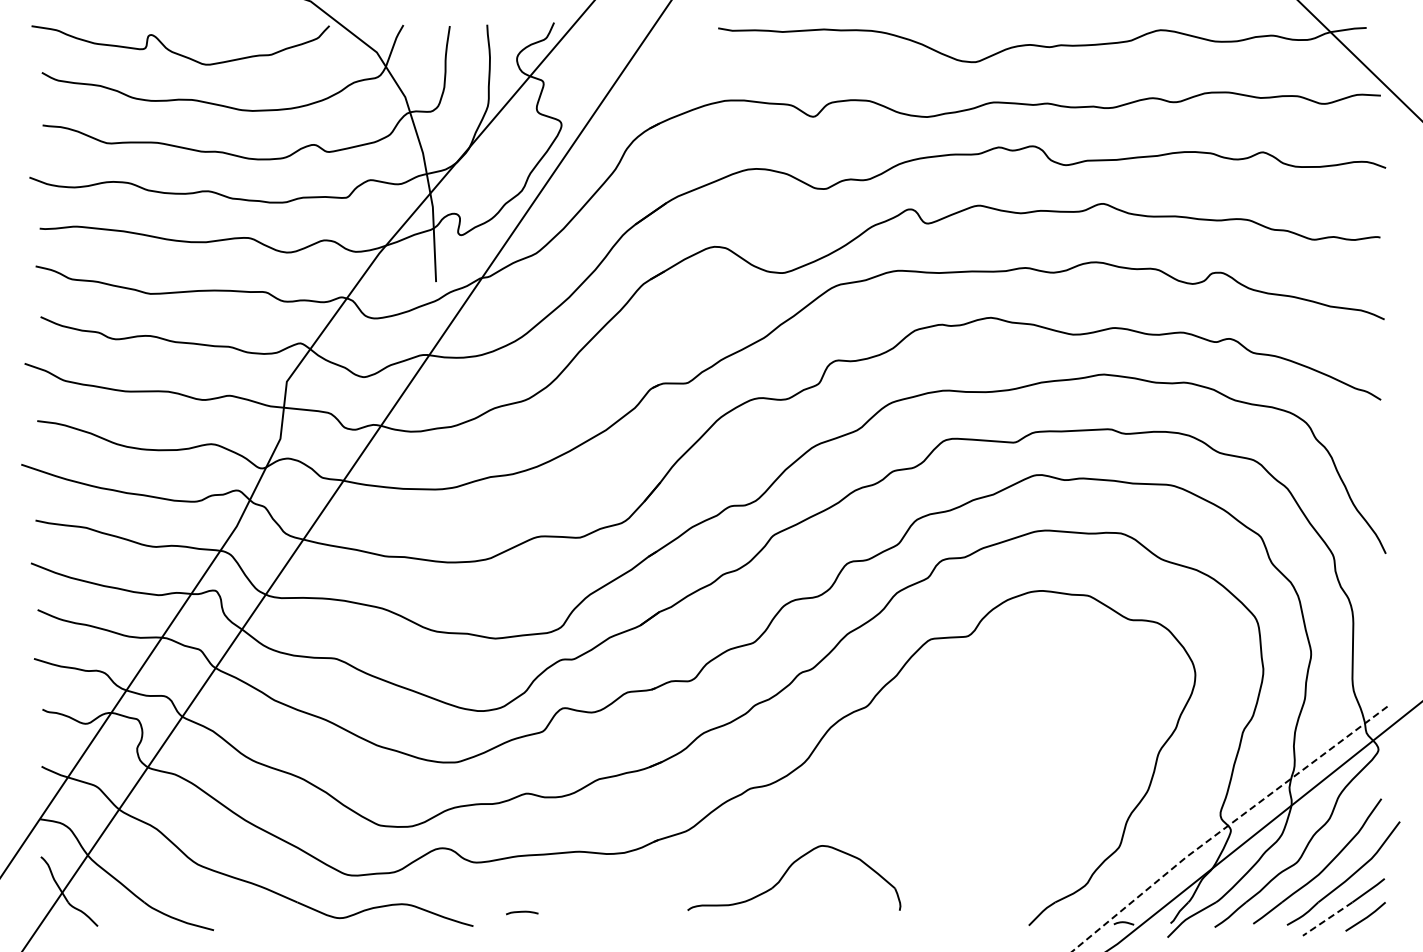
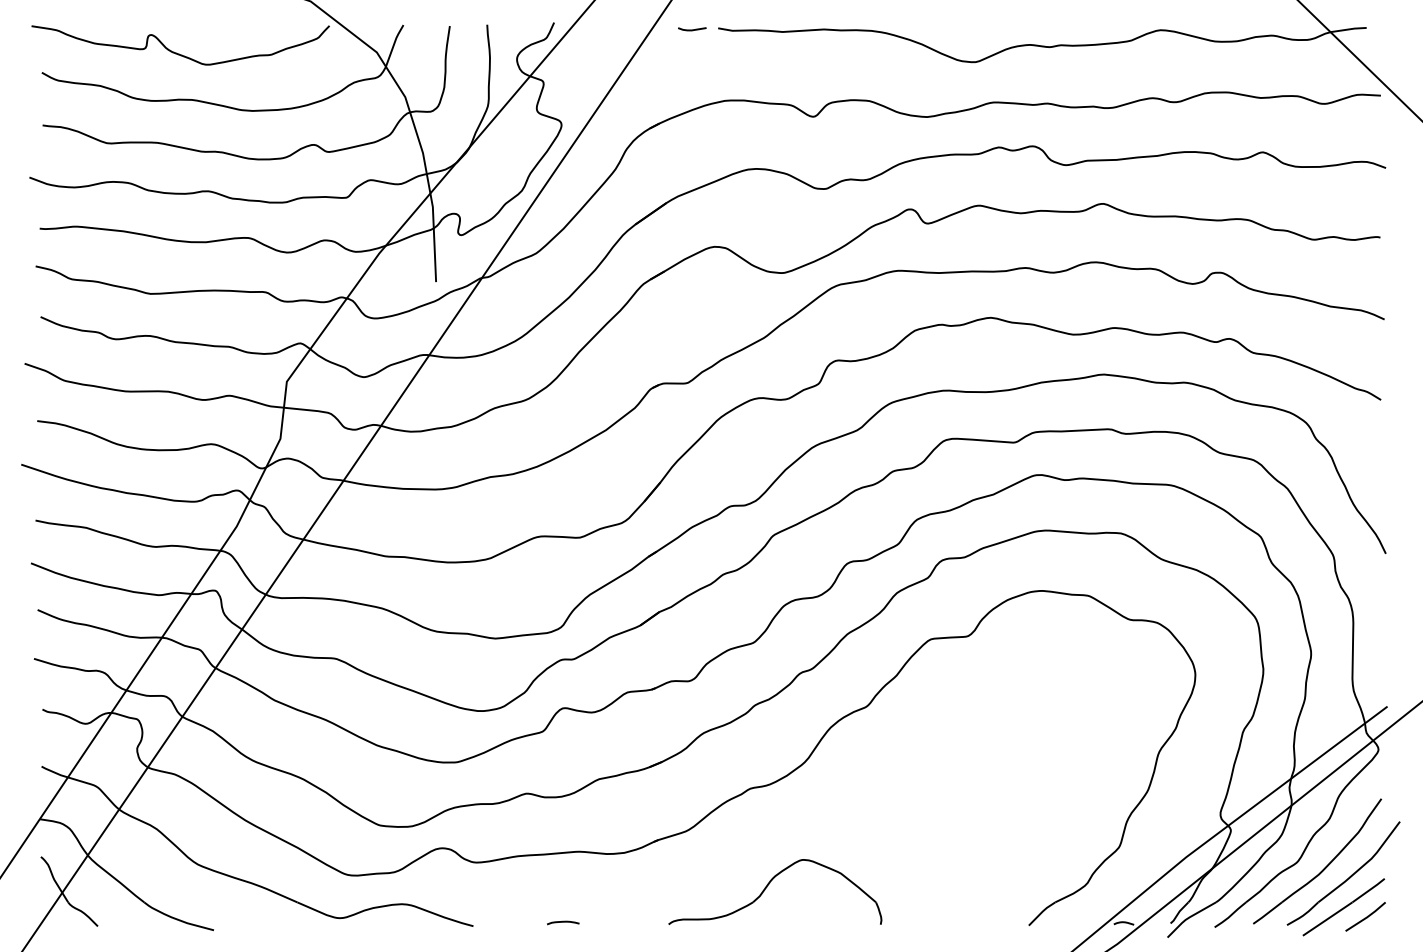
line at (692, 29): none -> present
line at (1227, 826): dashed -> solid
part at (786, 873) position: (786, 873) -> (767, 887)
curve at (522, 912) position: (522, 912) -> (563, 922)
line at (1327, 919): dashed -> solid
